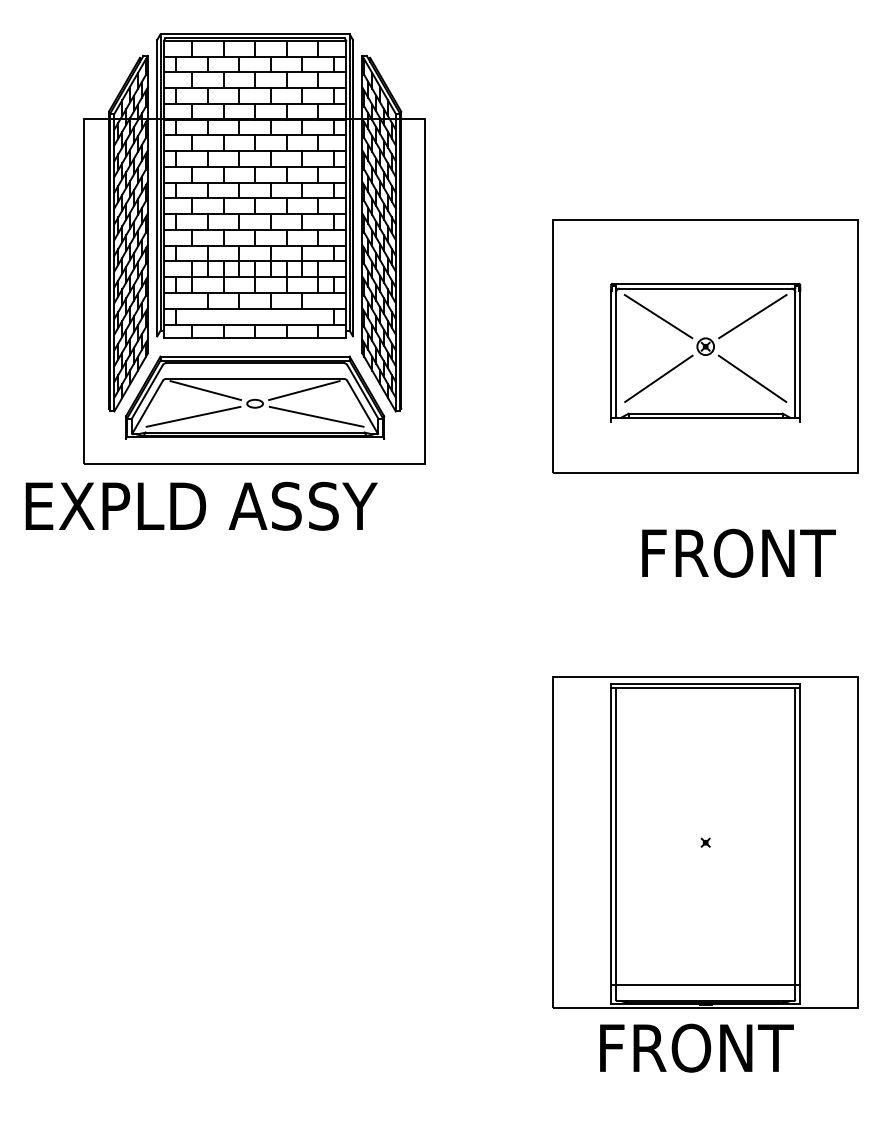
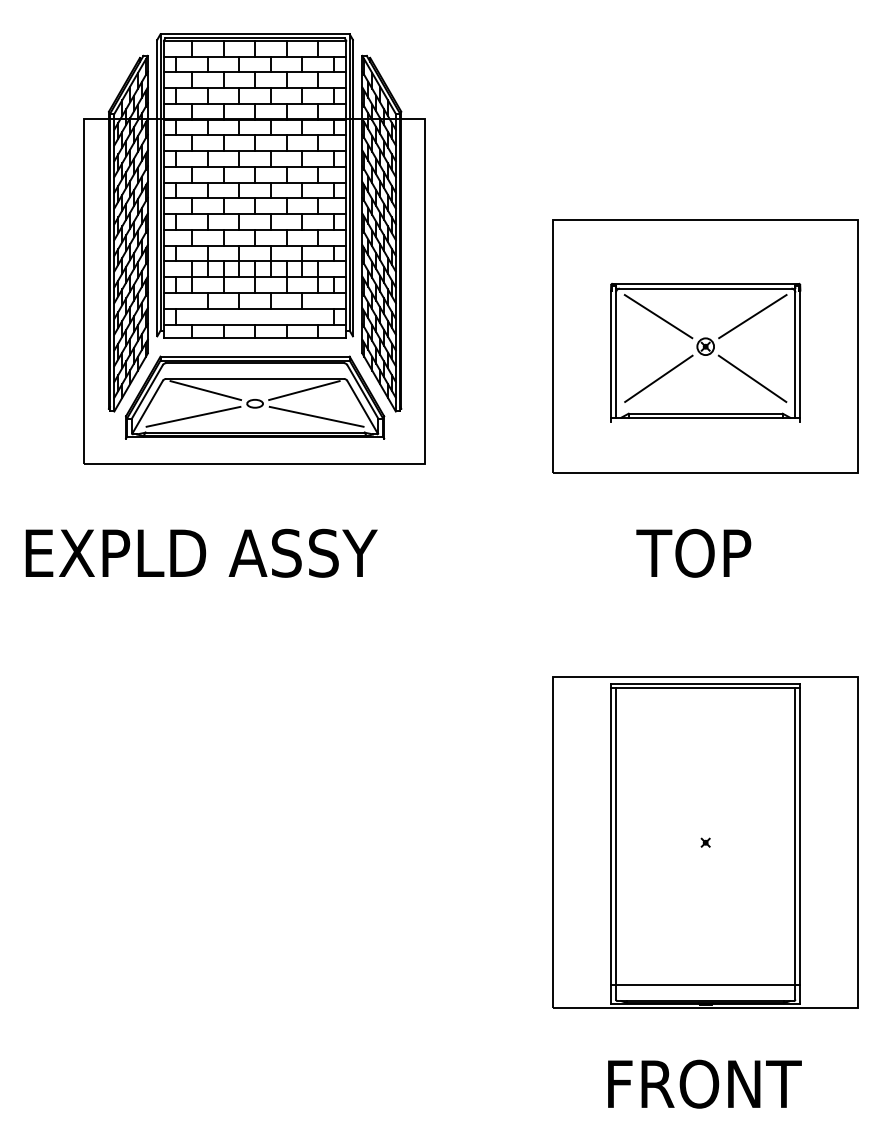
text at (201, 505) position: (201, 505) -> (201, 552)
text at (735, 552): FRONT -> TOP
text at (696, 1047) position: (696, 1047) -> (704, 1083)
